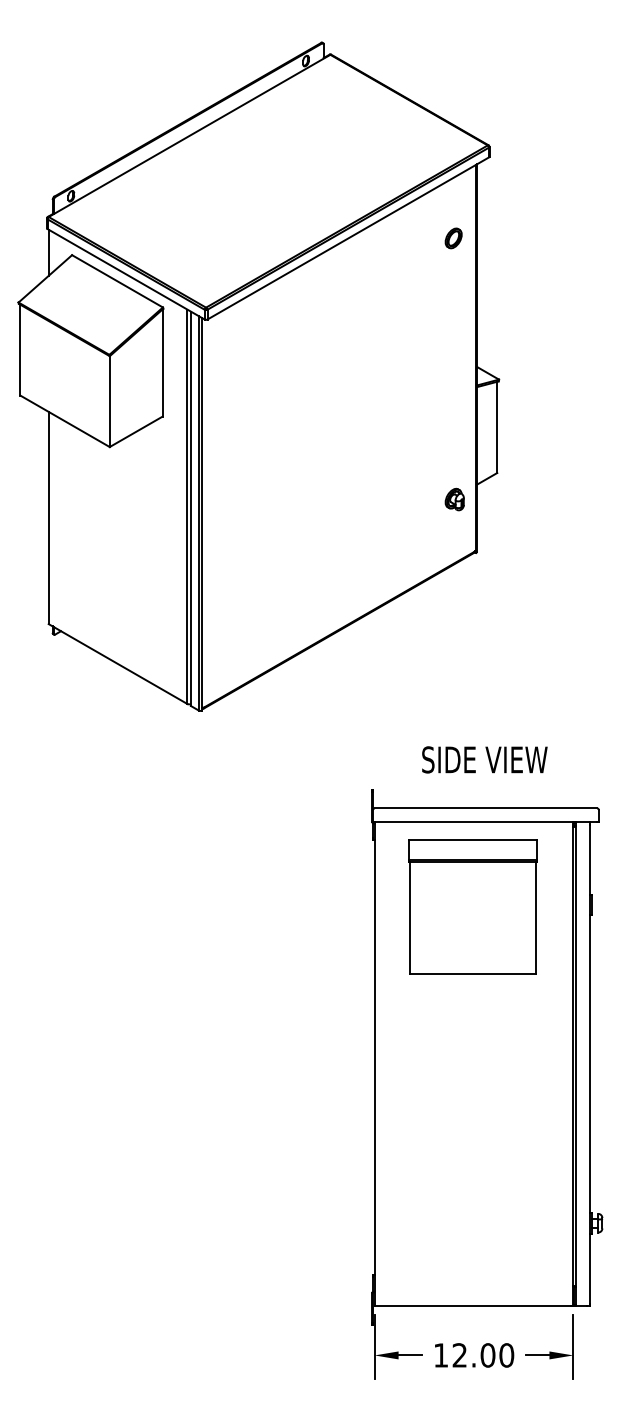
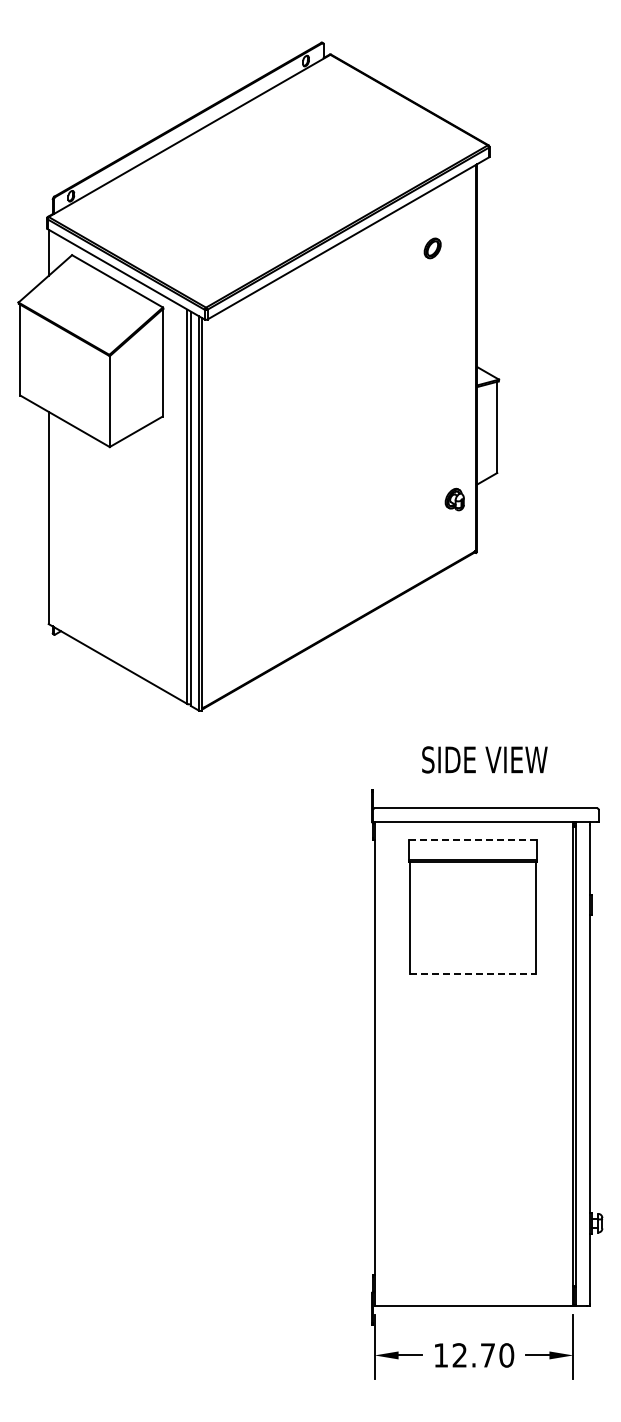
part at (453, 238) position: (453, 238) -> (432, 248)
line at (473, 840): solid -> dashed
line at (473, 974): solid -> dashed
text at (487, 1355): 12.00 -> 12.70
